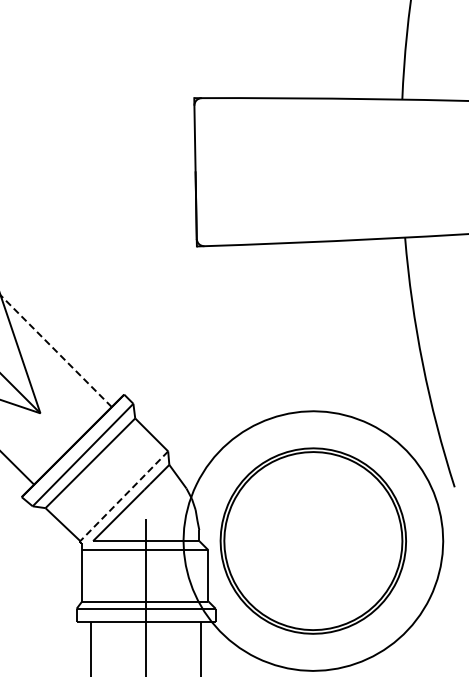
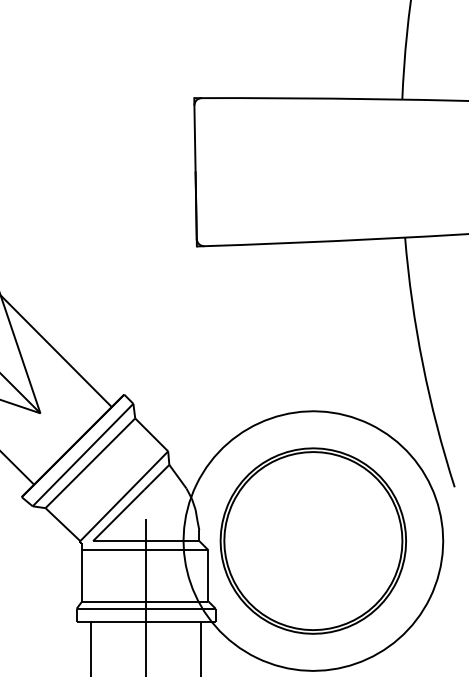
line at (55, 350): dashed -> solid
line at (124, 496): dashed -> solid
